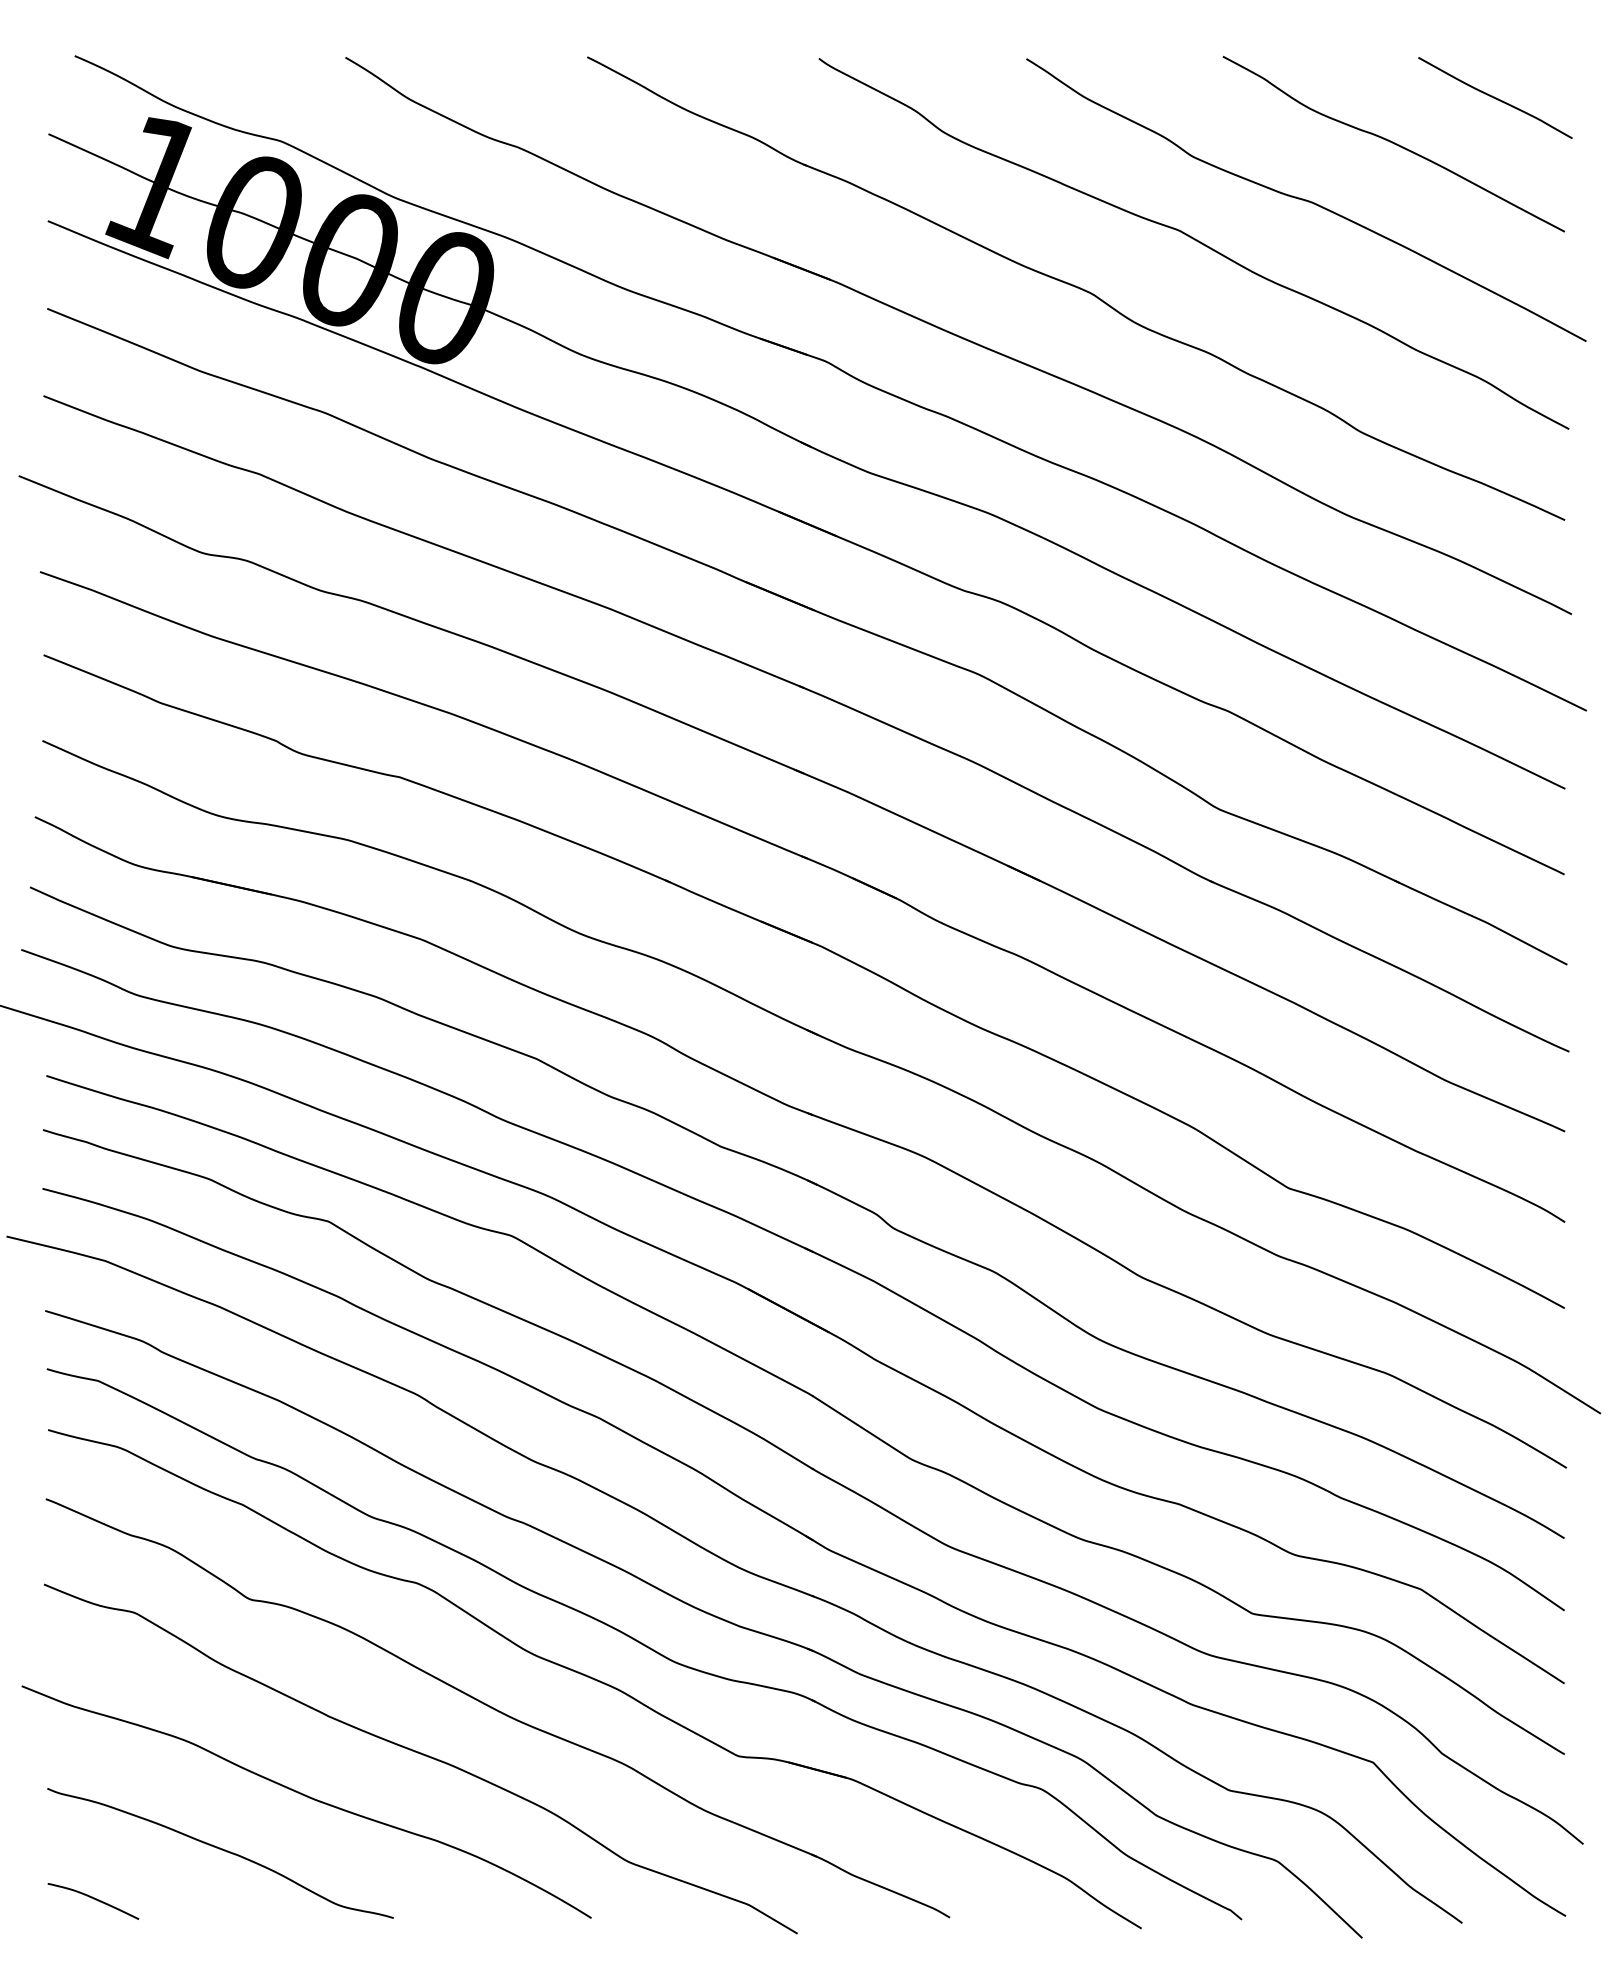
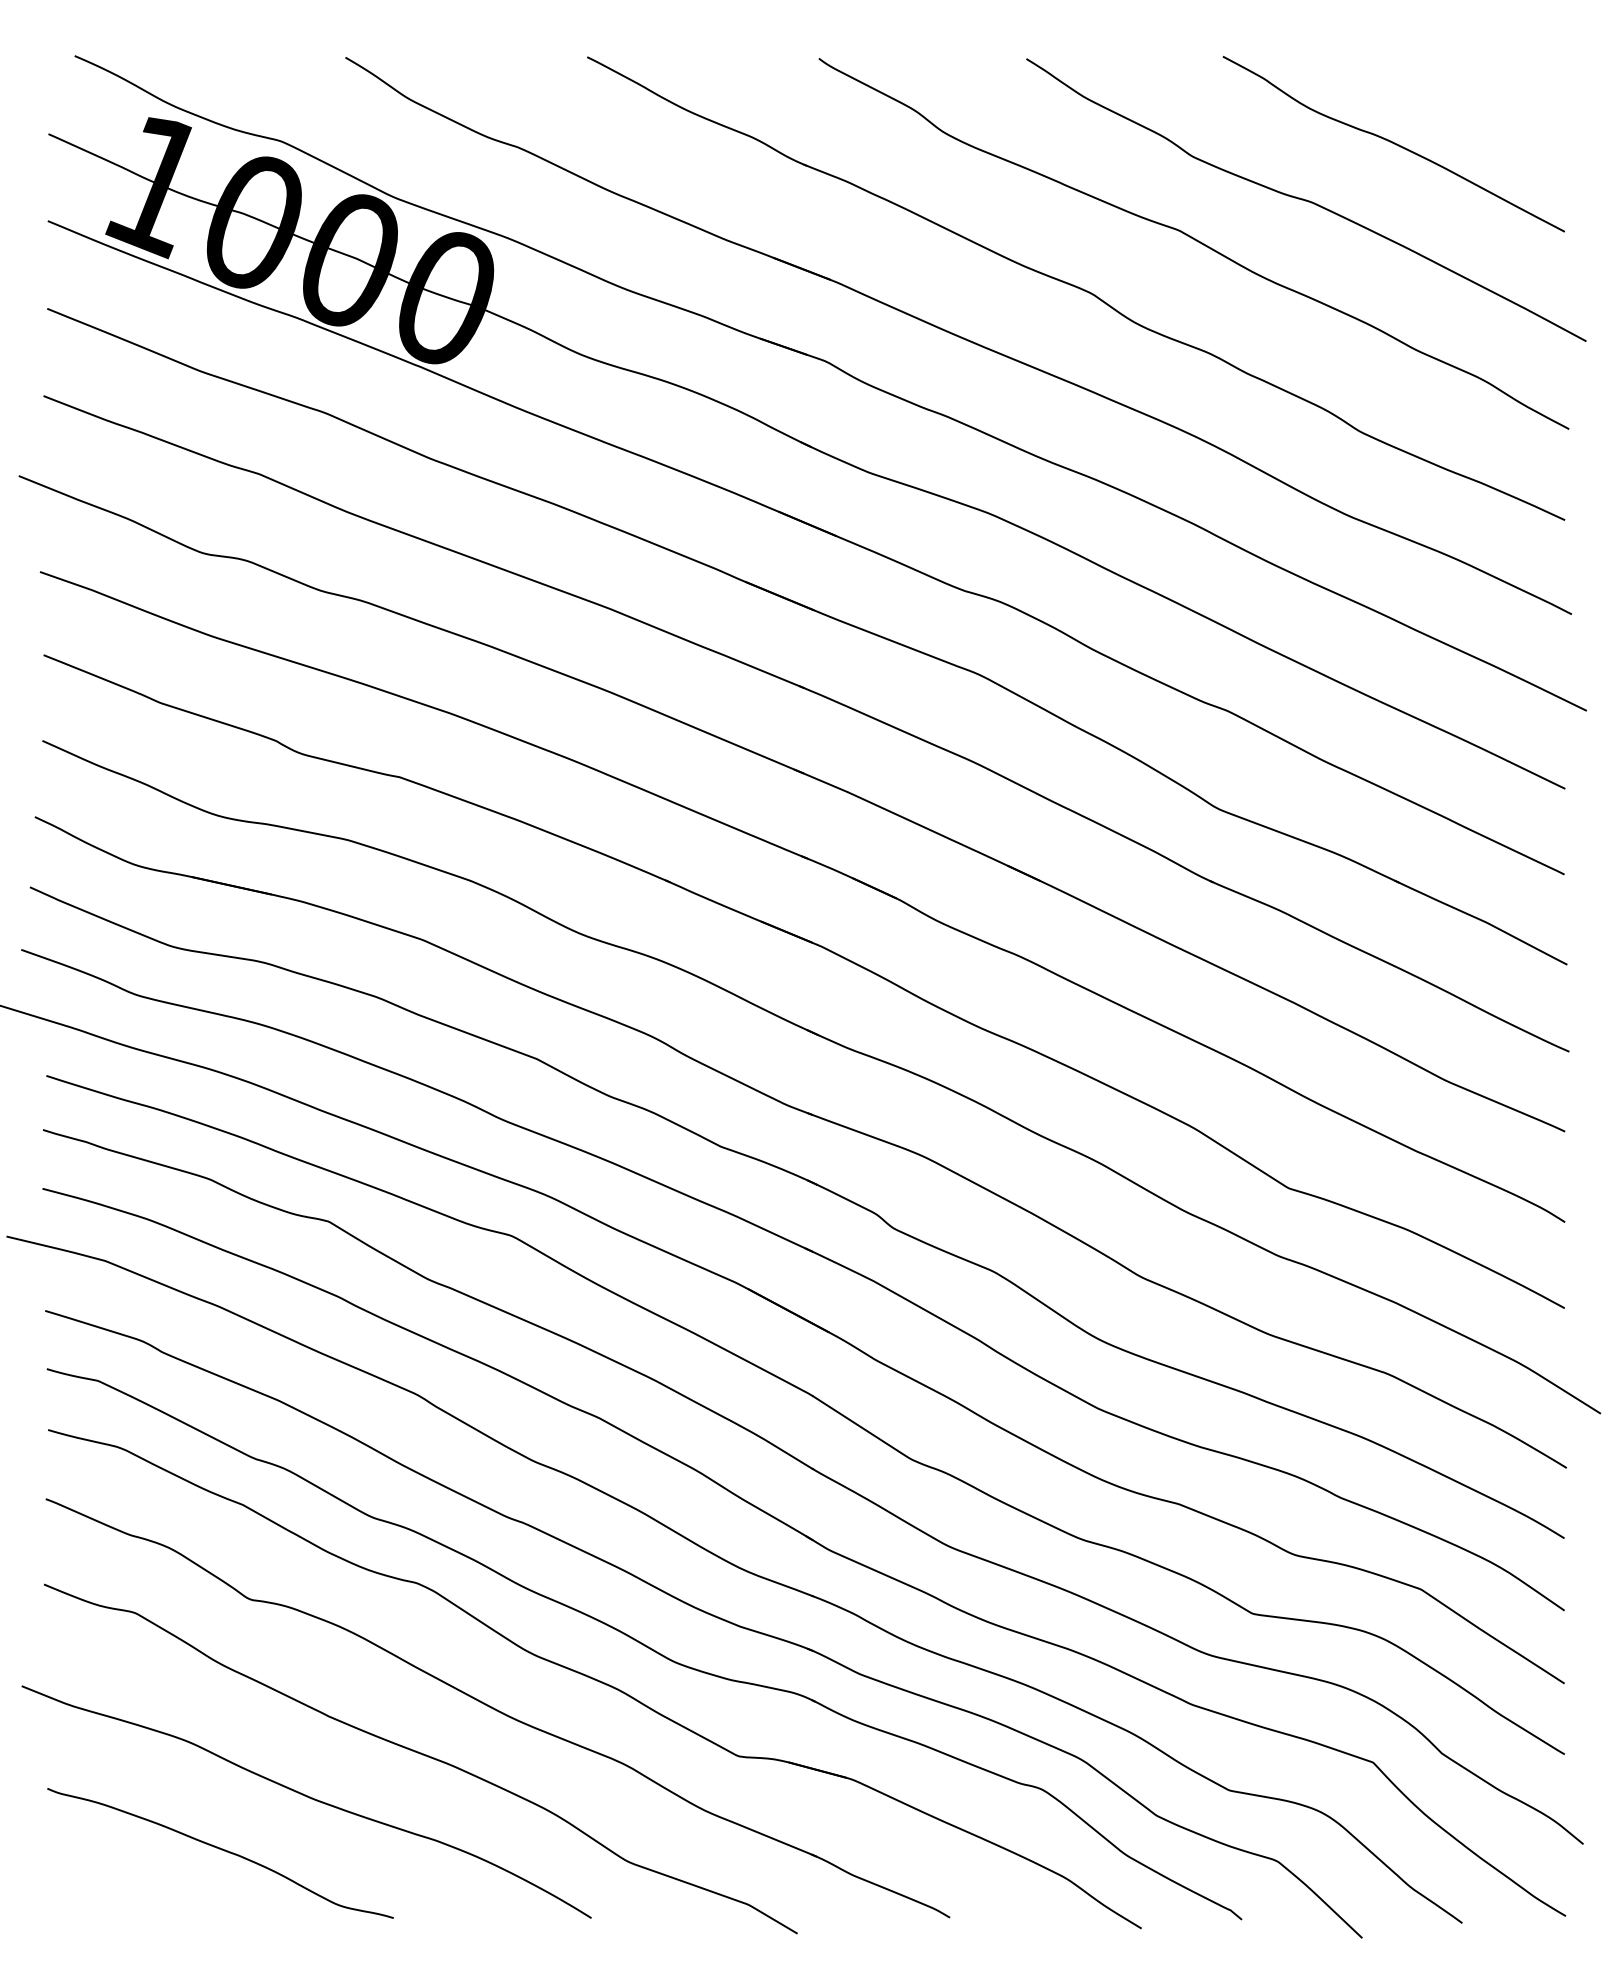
curve at (1495, 97): present -> none
curve at (93, 1899): present -> none
